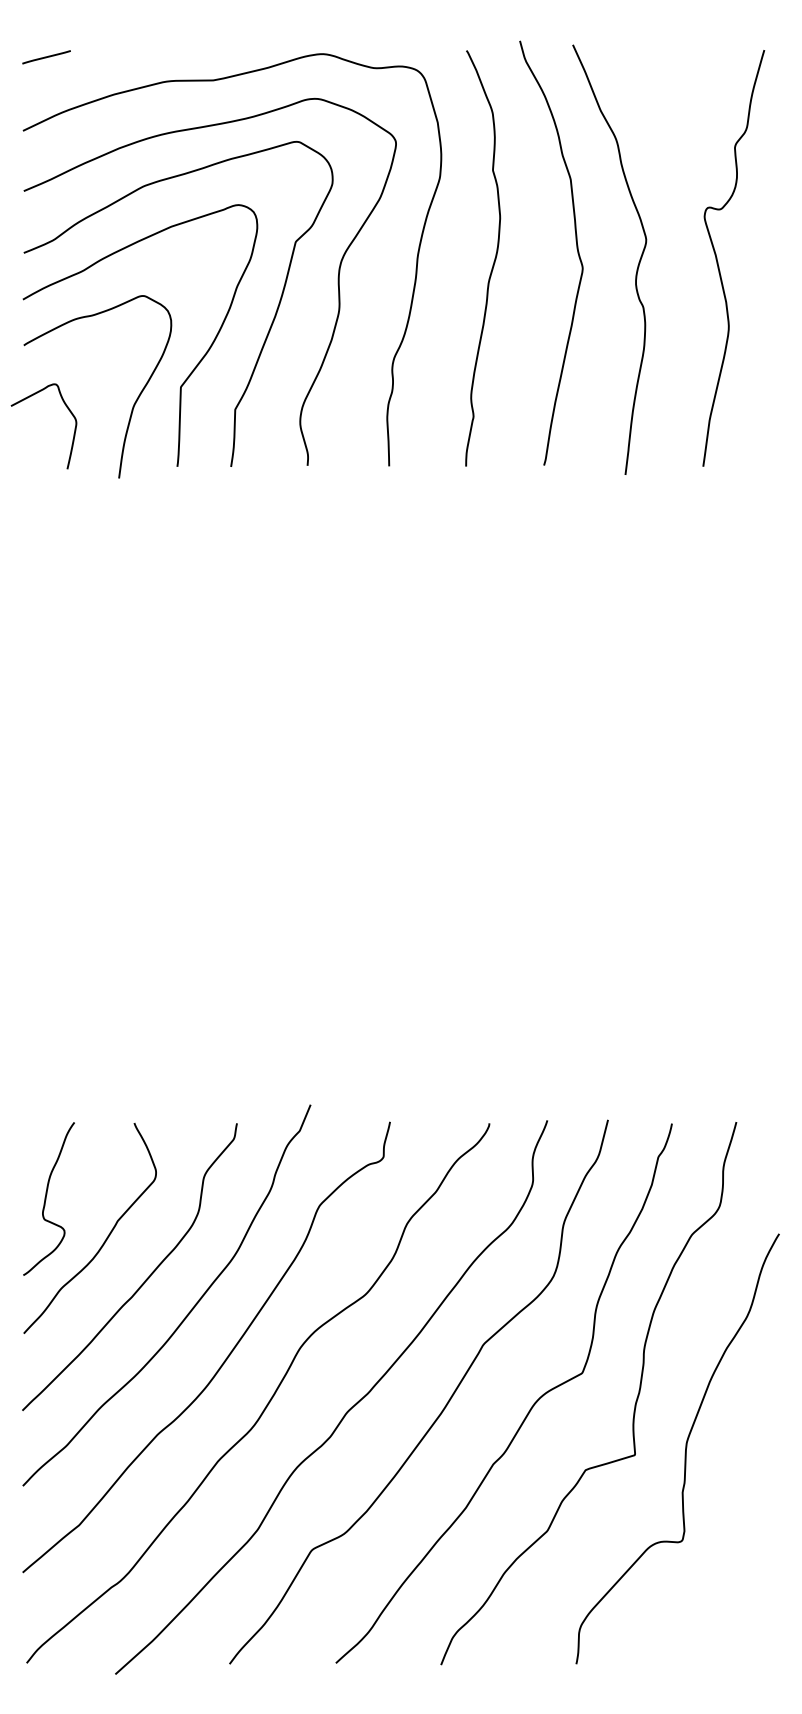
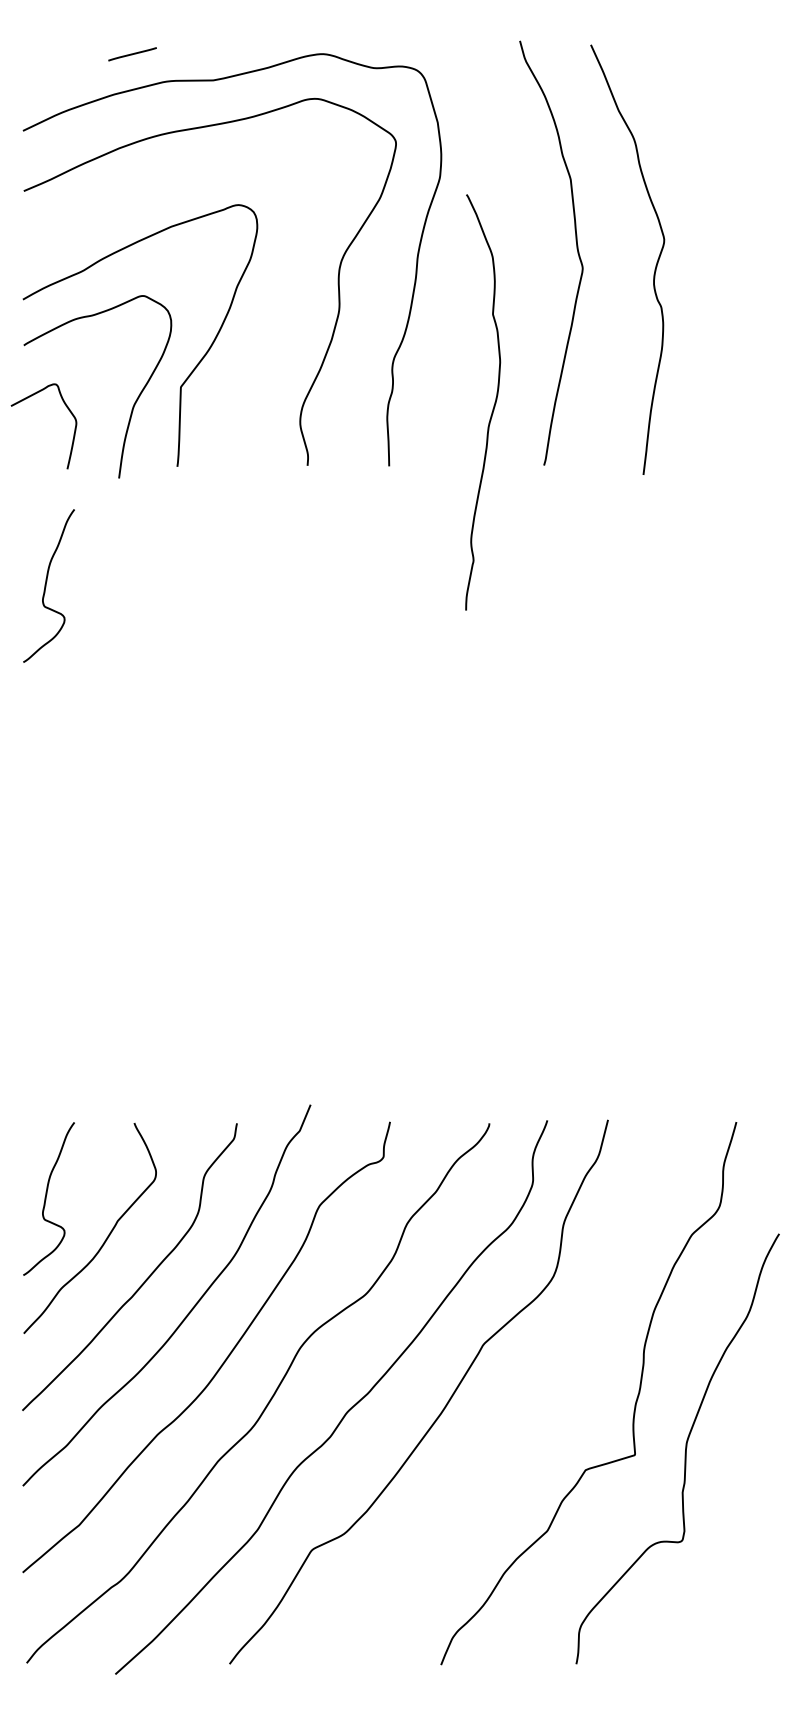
line at (46, 57) position: (46, 57) -> (132, 54)
curve at (493, 261) position: (493, 261) -> (493, 405)
curve at (718, 261): present -> none
curve at (637, 265) position: (637, 265) -> (655, 265)
curve at (265, 337): present -> none
curve at (46, 585): none -> present
curve at (529, 1409): present -> none
